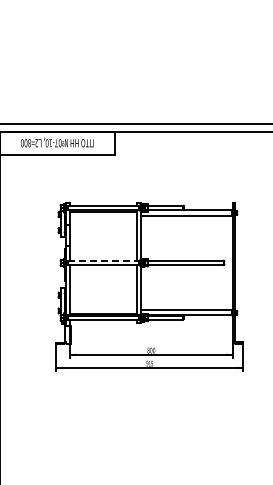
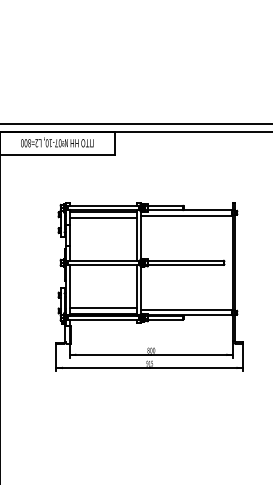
line at (102, 218): none -> present
line at (103, 260): dashed -> solid
line at (102, 307): none -> present
